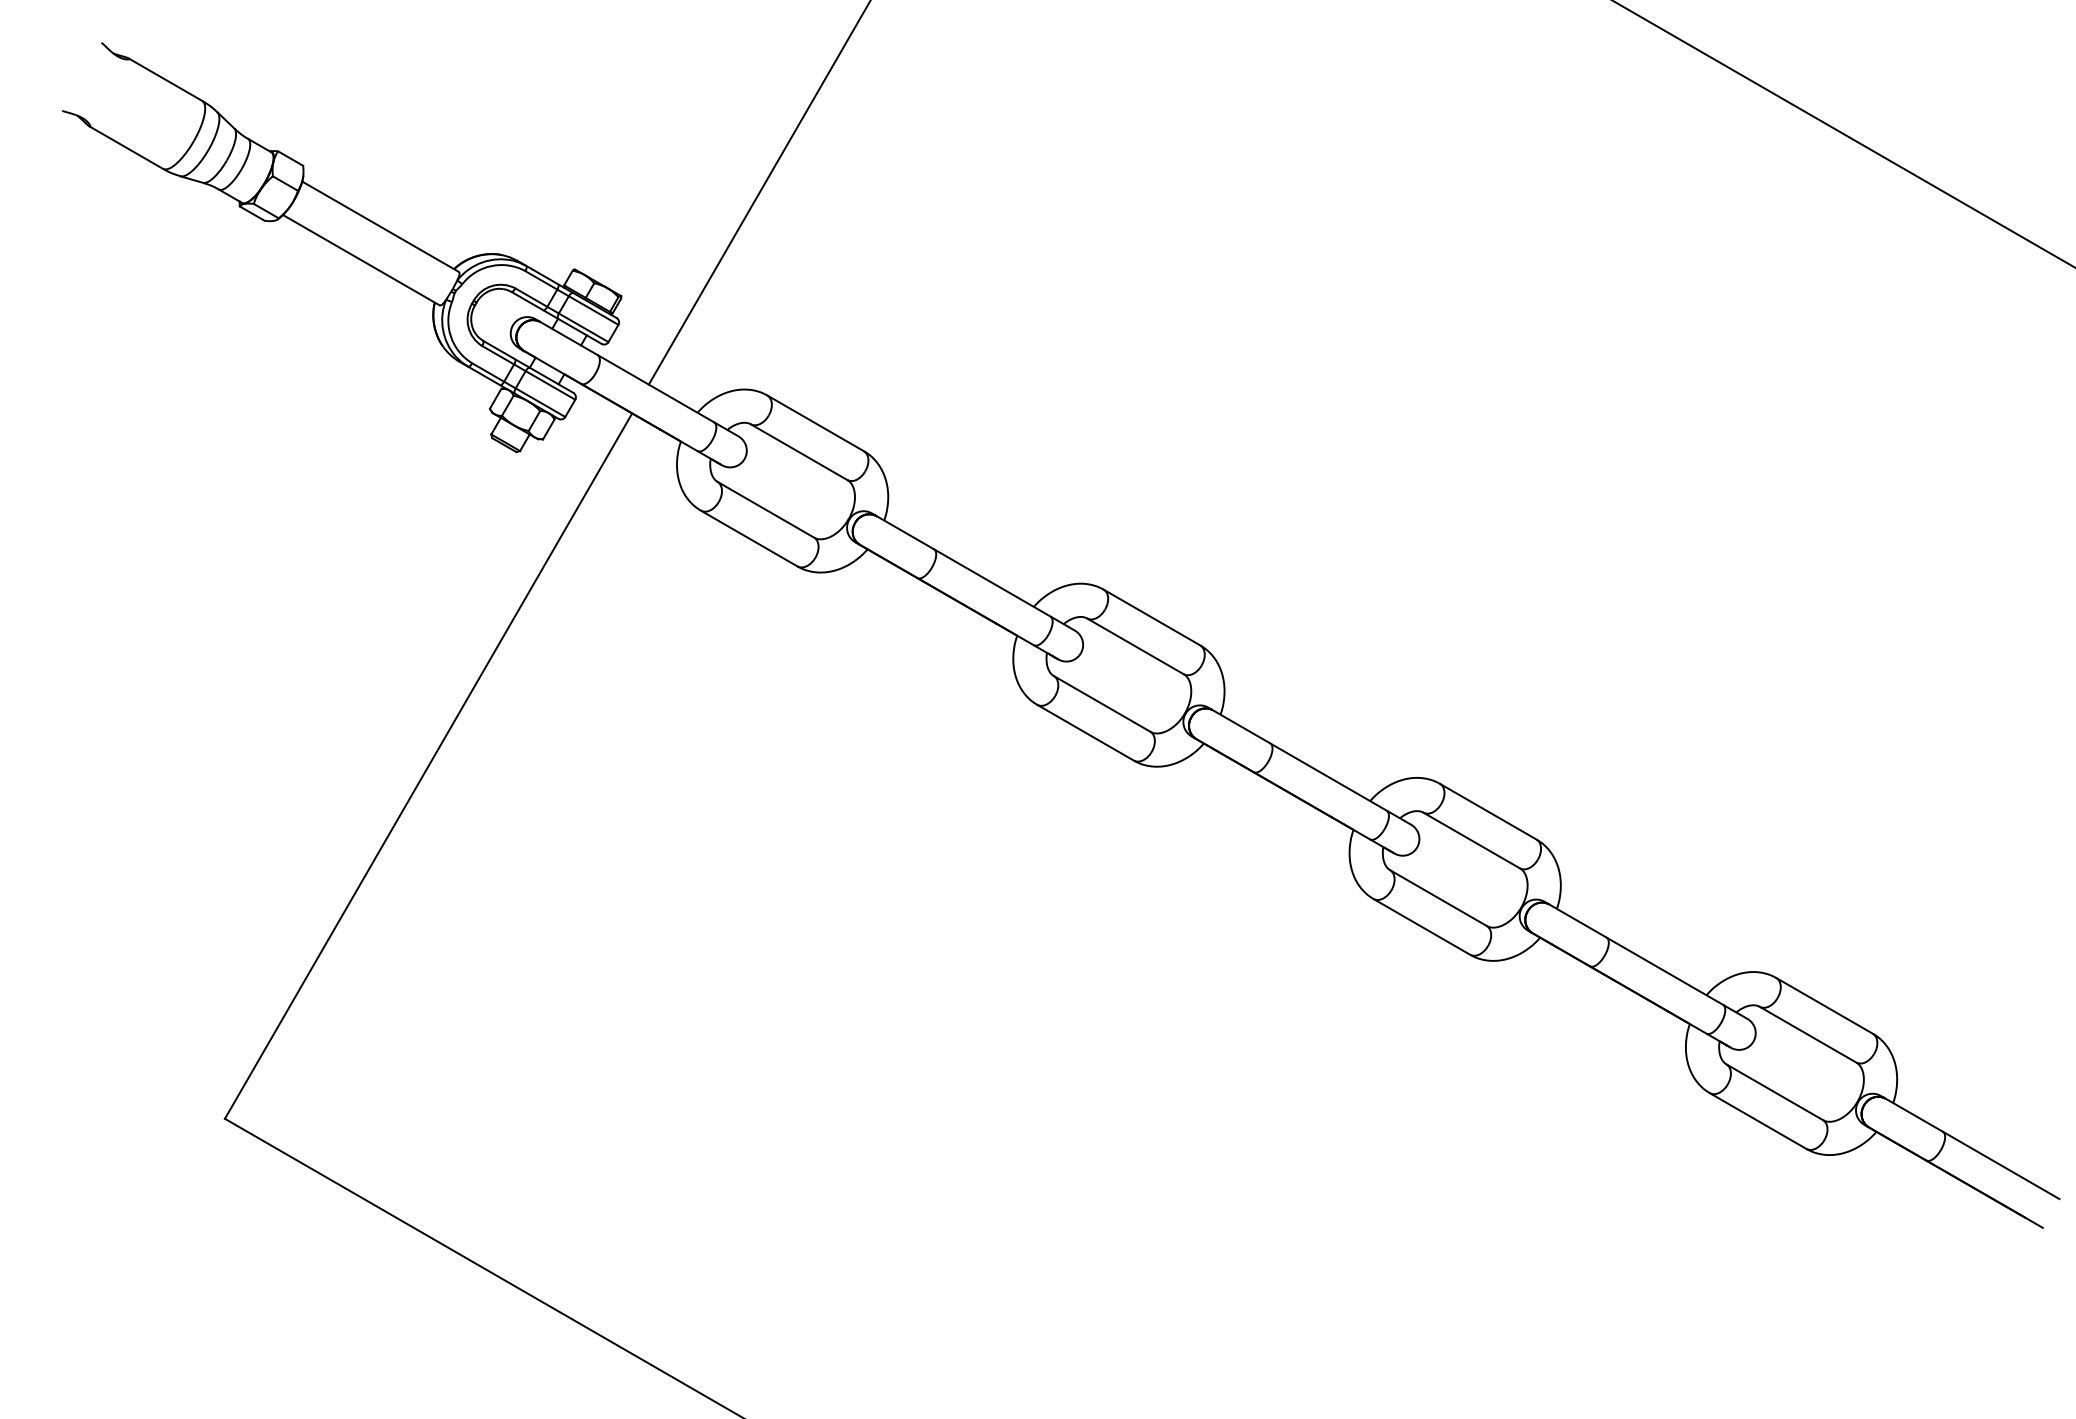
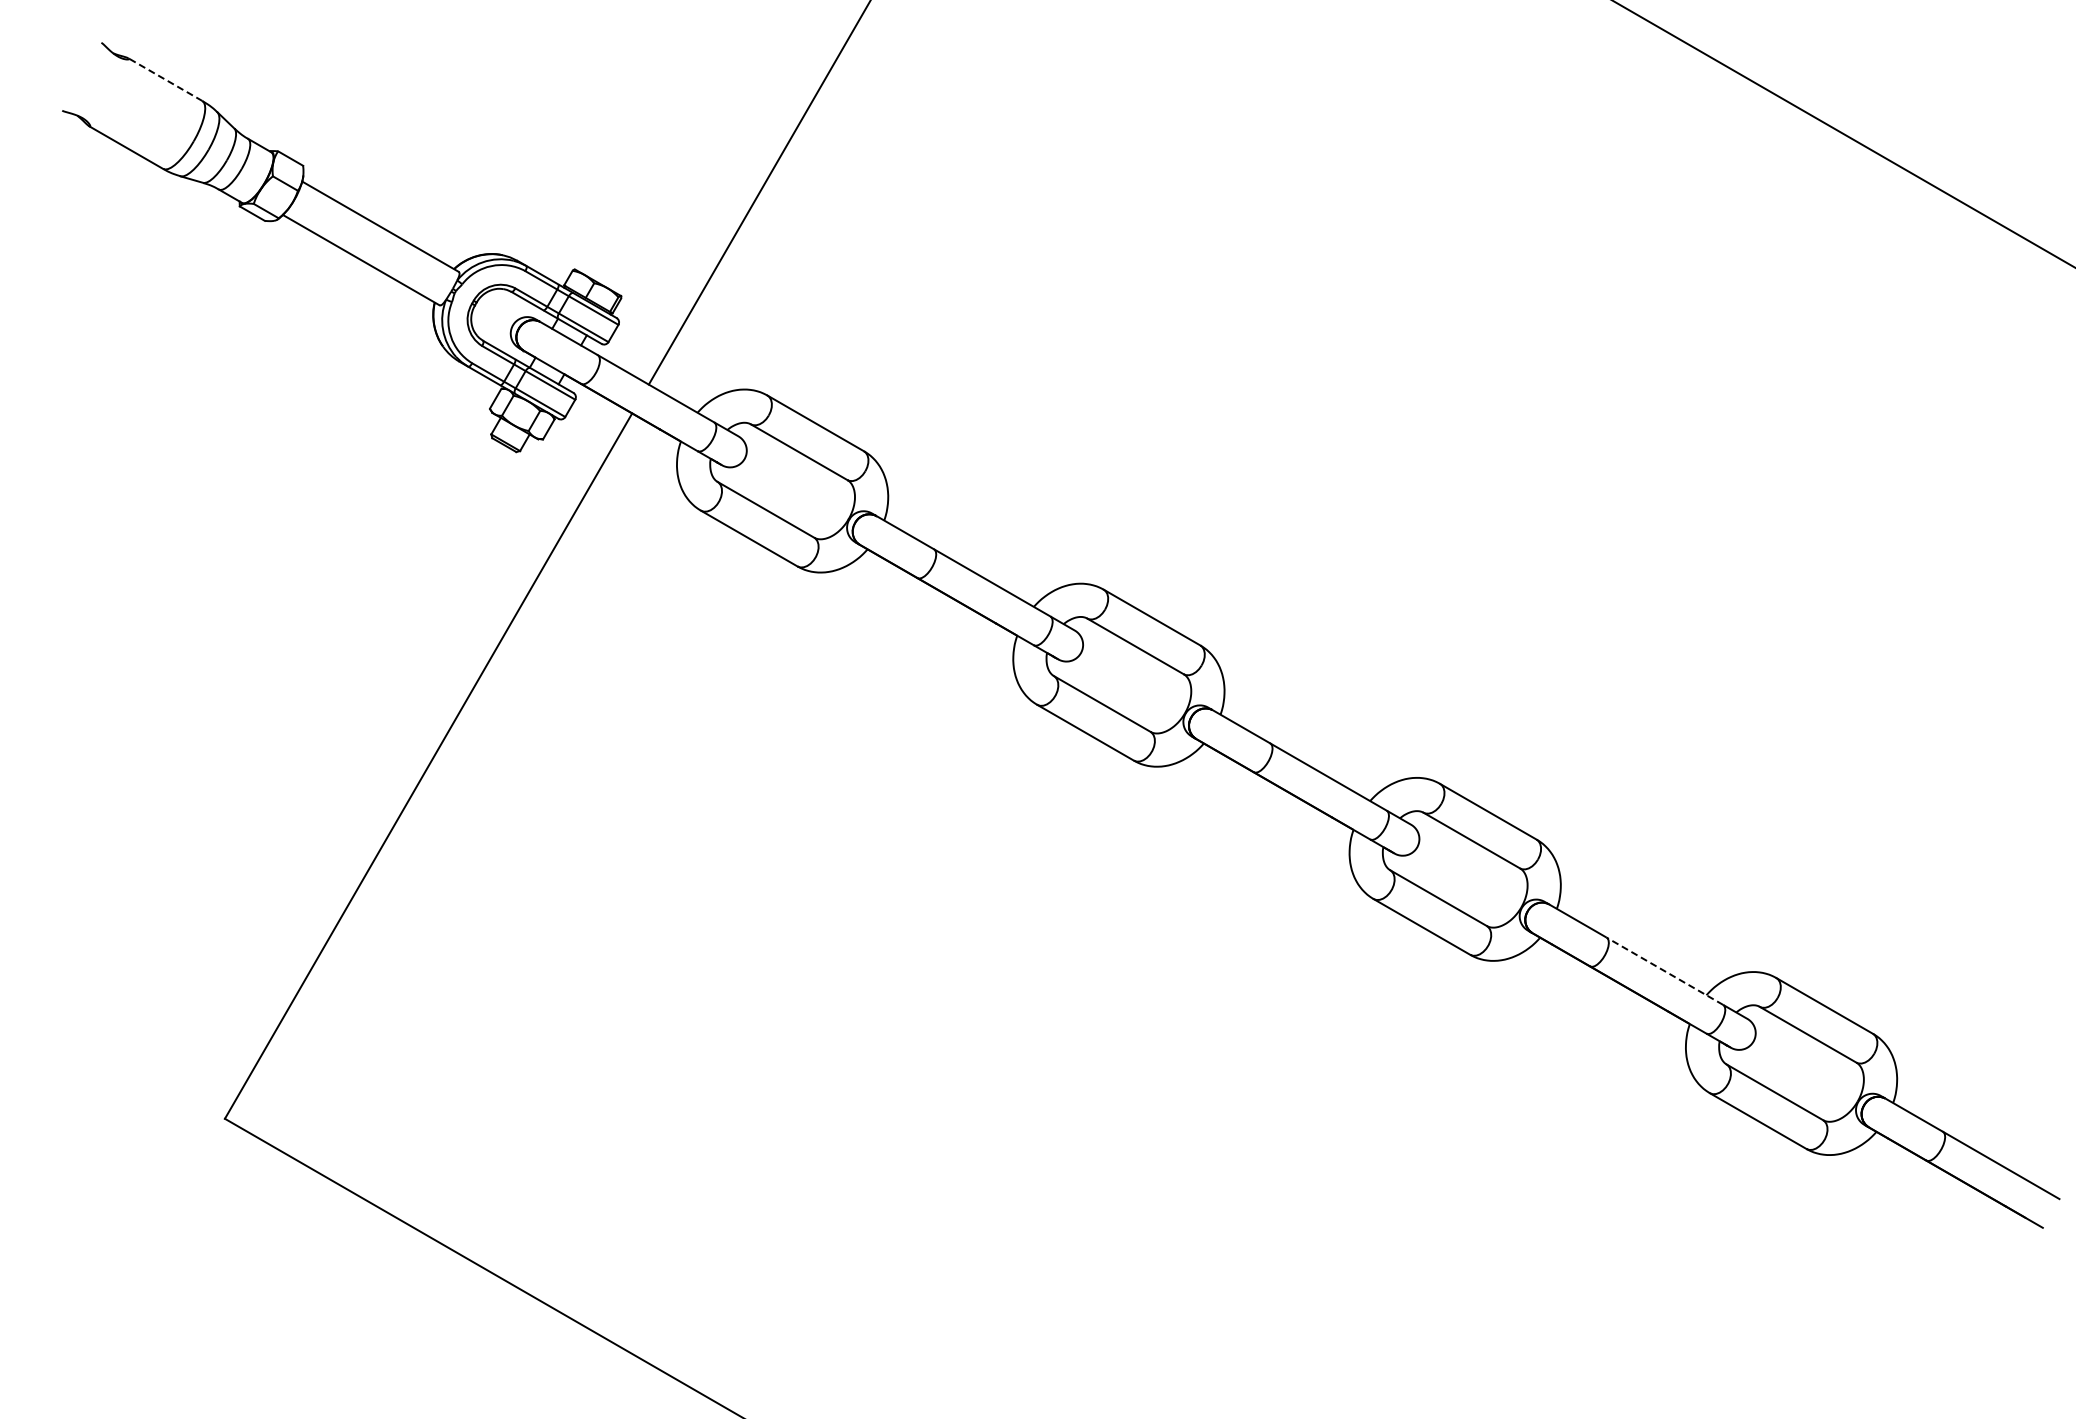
line at (165, 79): solid -> dashed
line at (1664, 971): solid -> dashed
